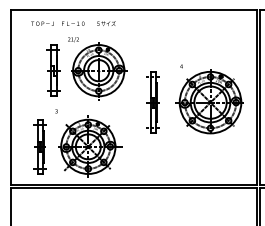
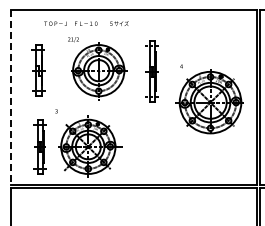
text at (73, 23) position: (73, 23) -> (86, 23)
part at (53, 70) position: (53, 70) -> (38, 70)
line at (10, 98): solid -> dashed
part at (152, 102) position: (152, 102) -> (151, 71)
